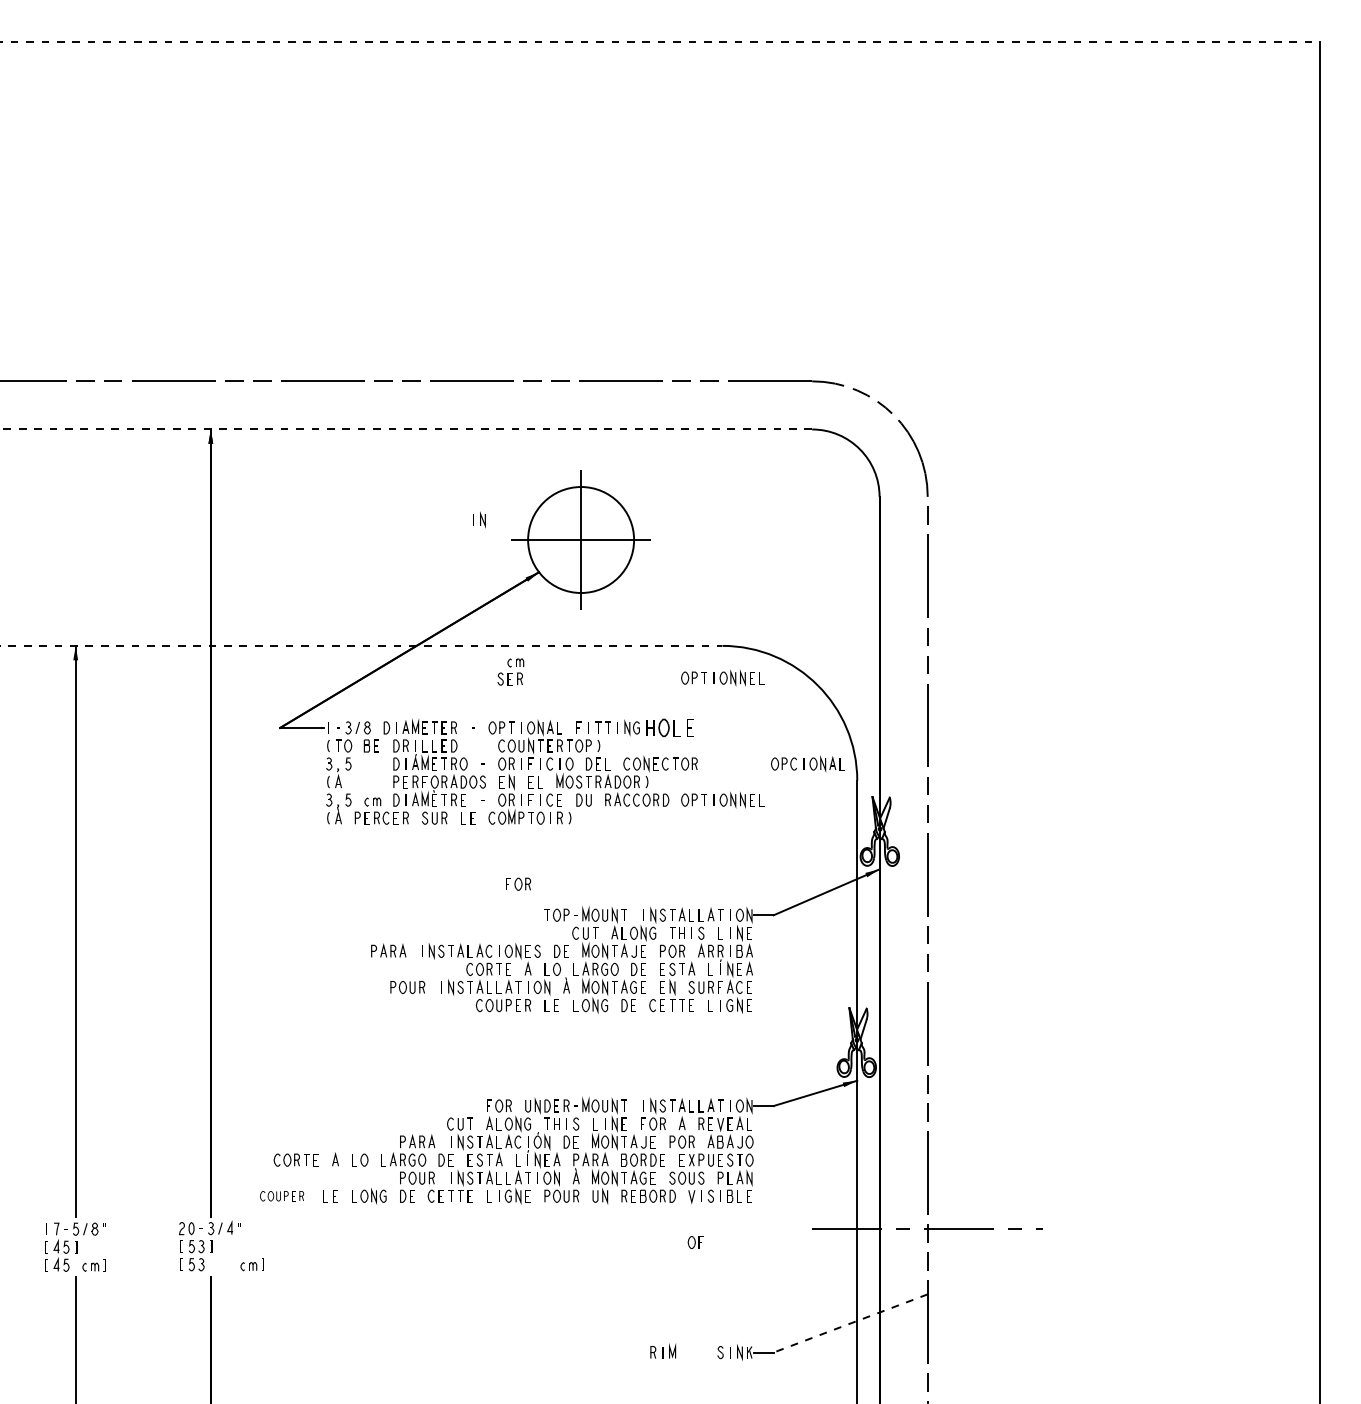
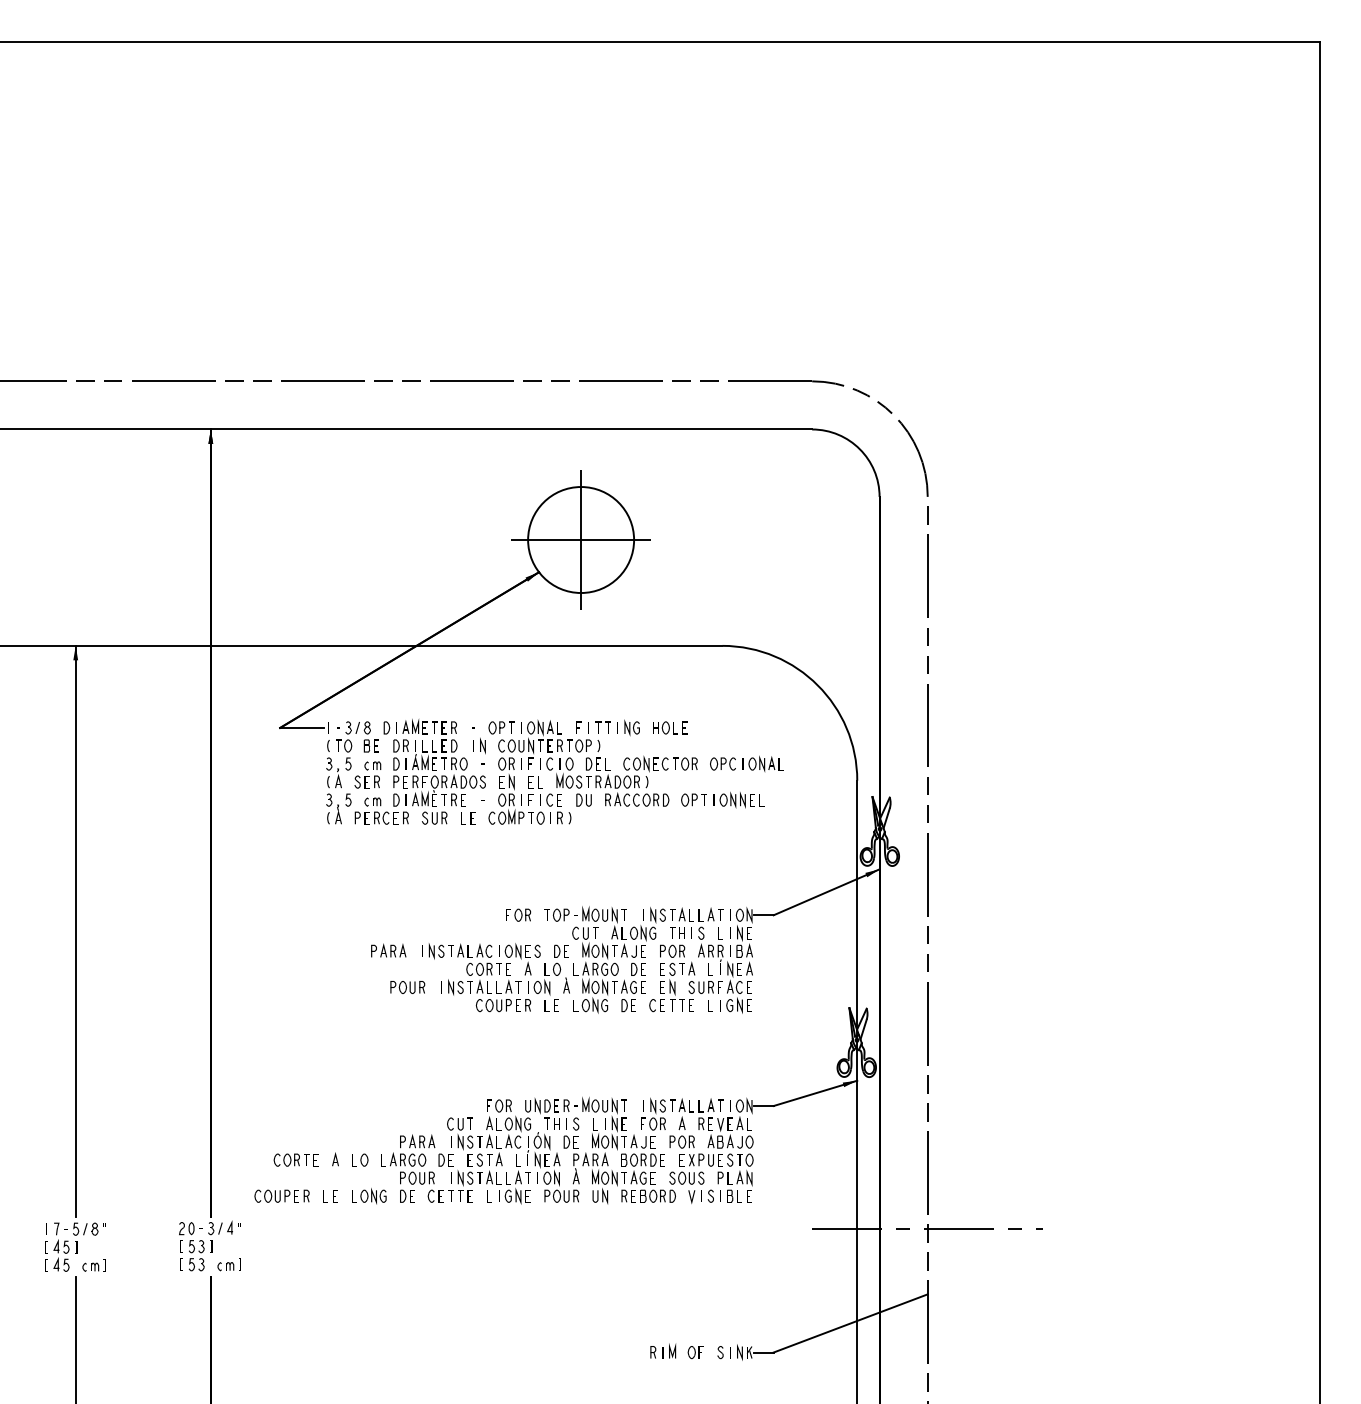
line at (660, 42): dashed -> solid
line at (406, 429): dashed -> solid
part at (479, 519) position: (479, 519) -> (479, 745)
line at (361, 645): dashed -> solid
part at (510, 671) position: (510, 671) -> (367, 774)
part at (722, 677): present -> none
part at (669, 727) size: 48x20 px -> 35x14 px
part at (807, 763) position: (807, 763) -> (746, 763)
part at (518, 883) position: (518, 883) -> (518, 914)
part at (282, 1196) size: 45x11 px -> 56x14 px
part at (695, 1242) position: (695, 1242) -> (695, 1352)
part at (251, 1264) position: (251, 1264) -> (228, 1264)
line at (850, 1323): dashed -> solid
